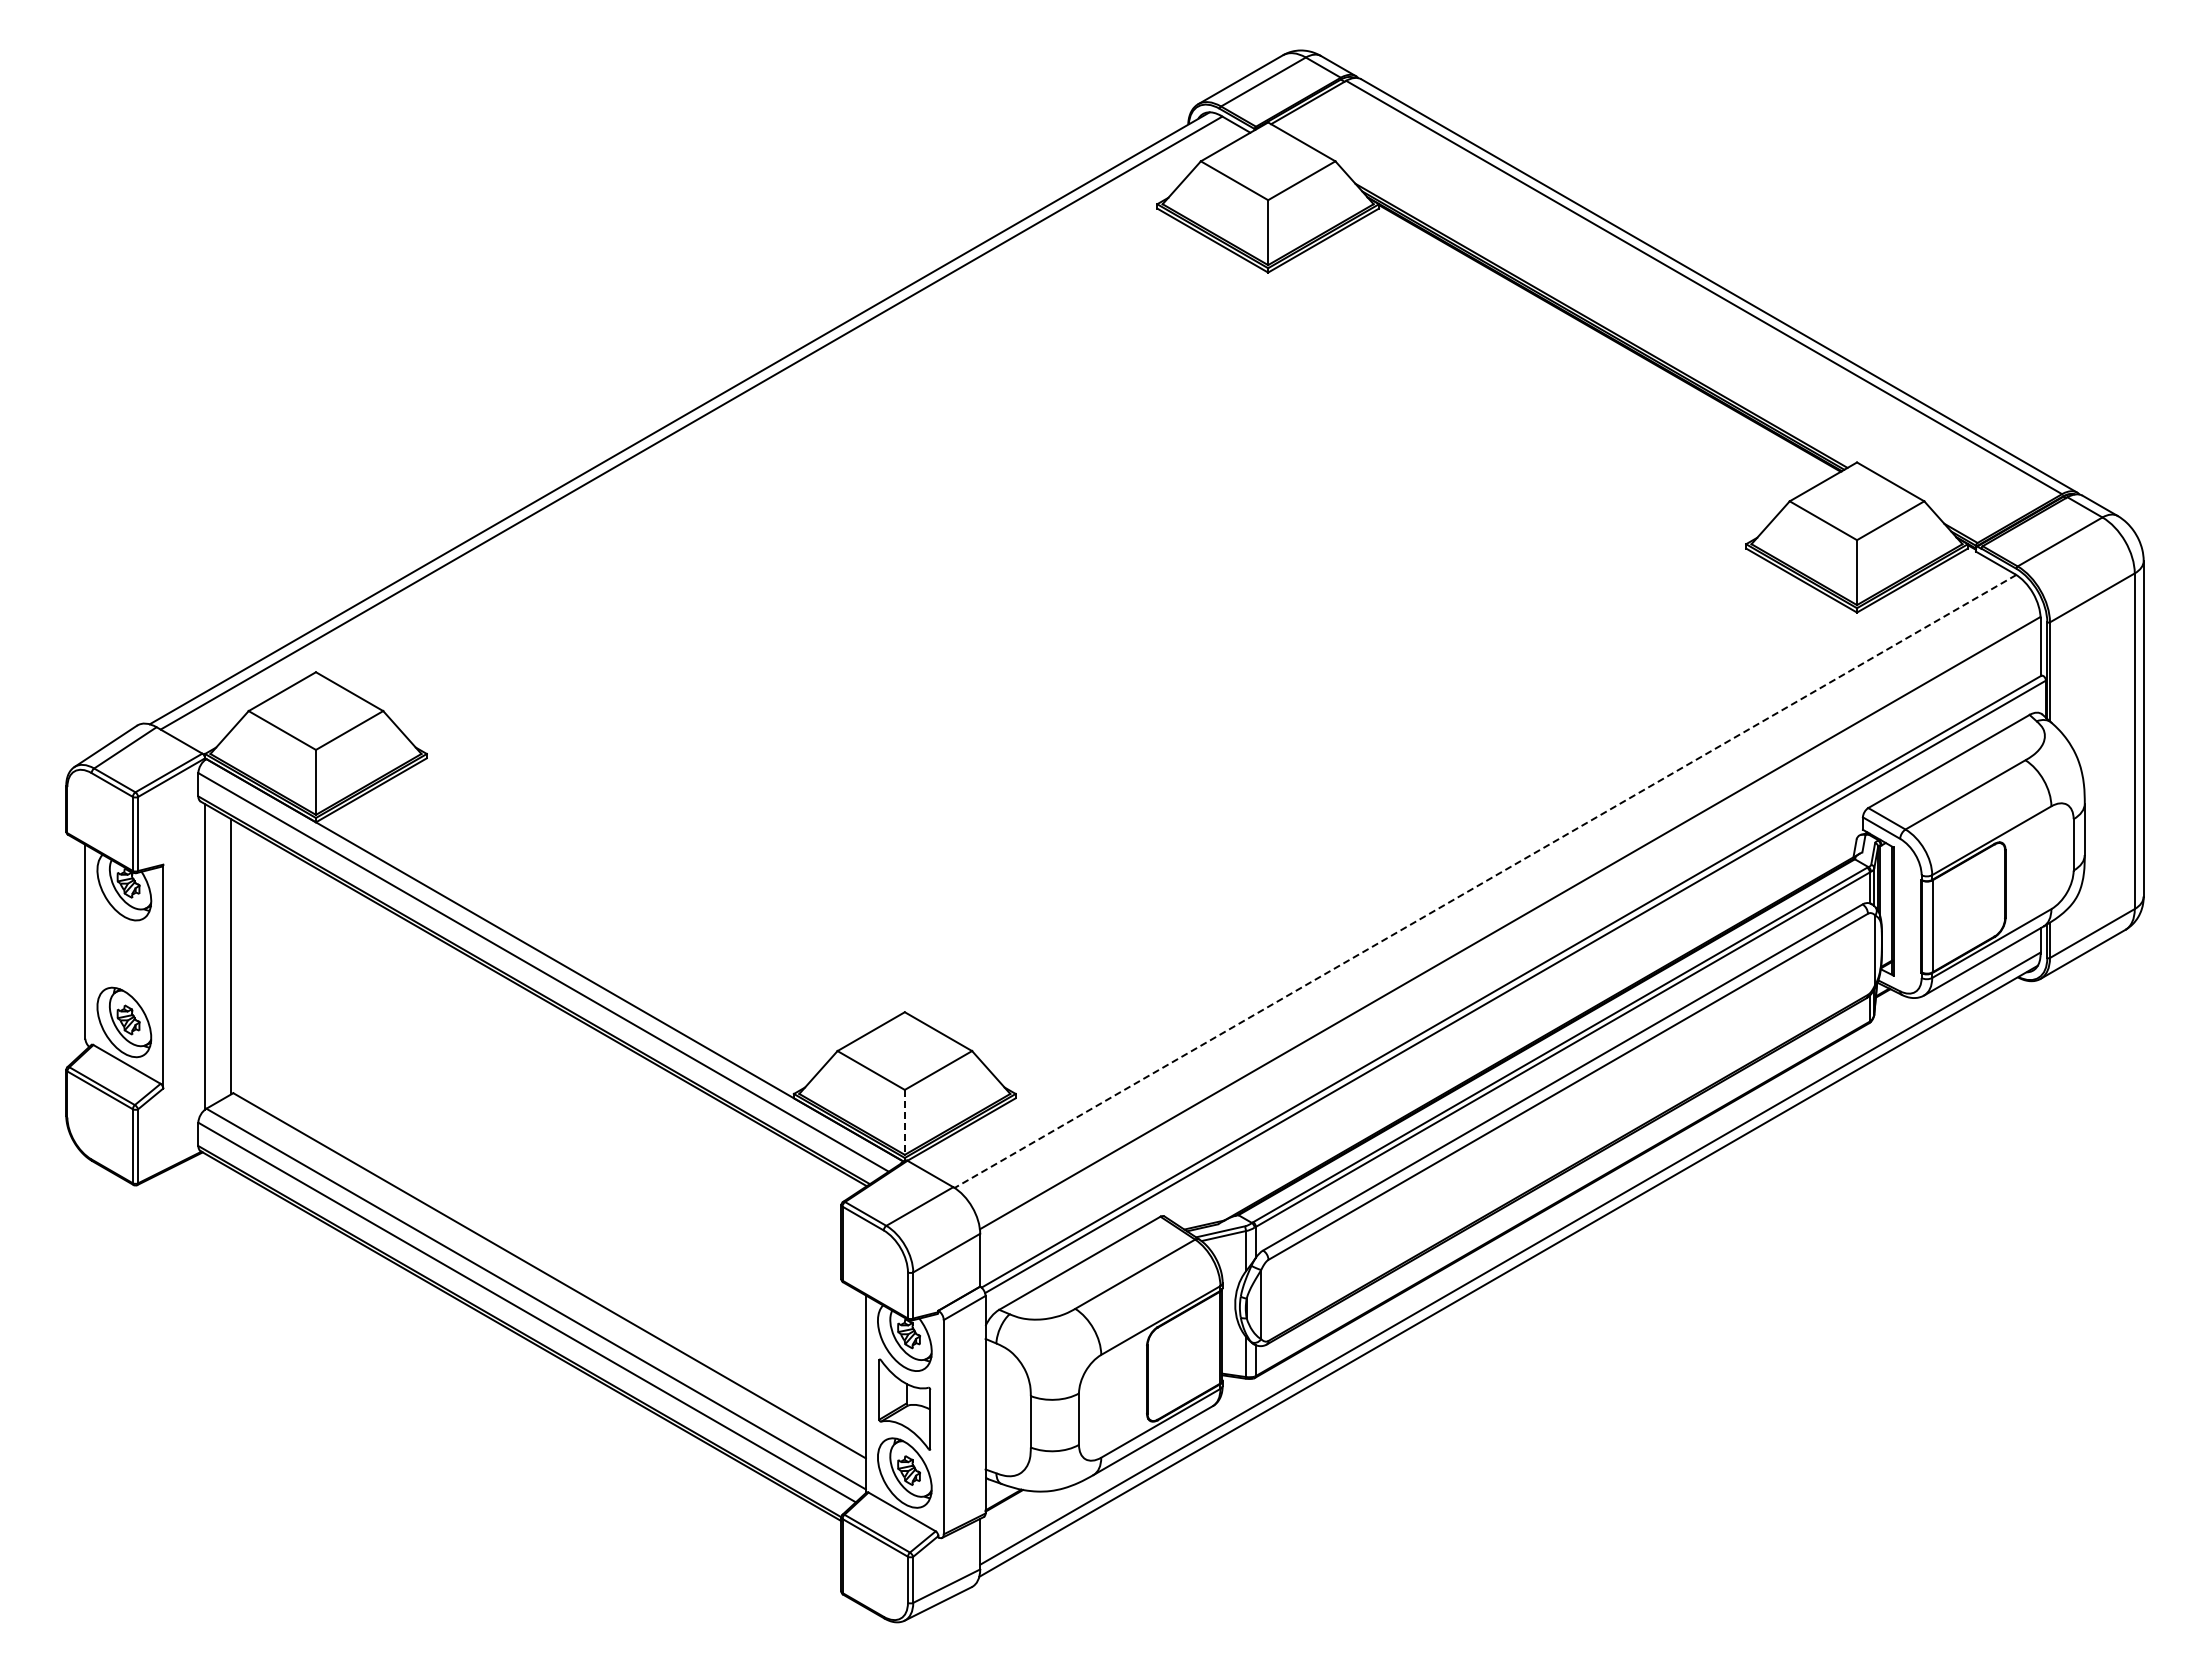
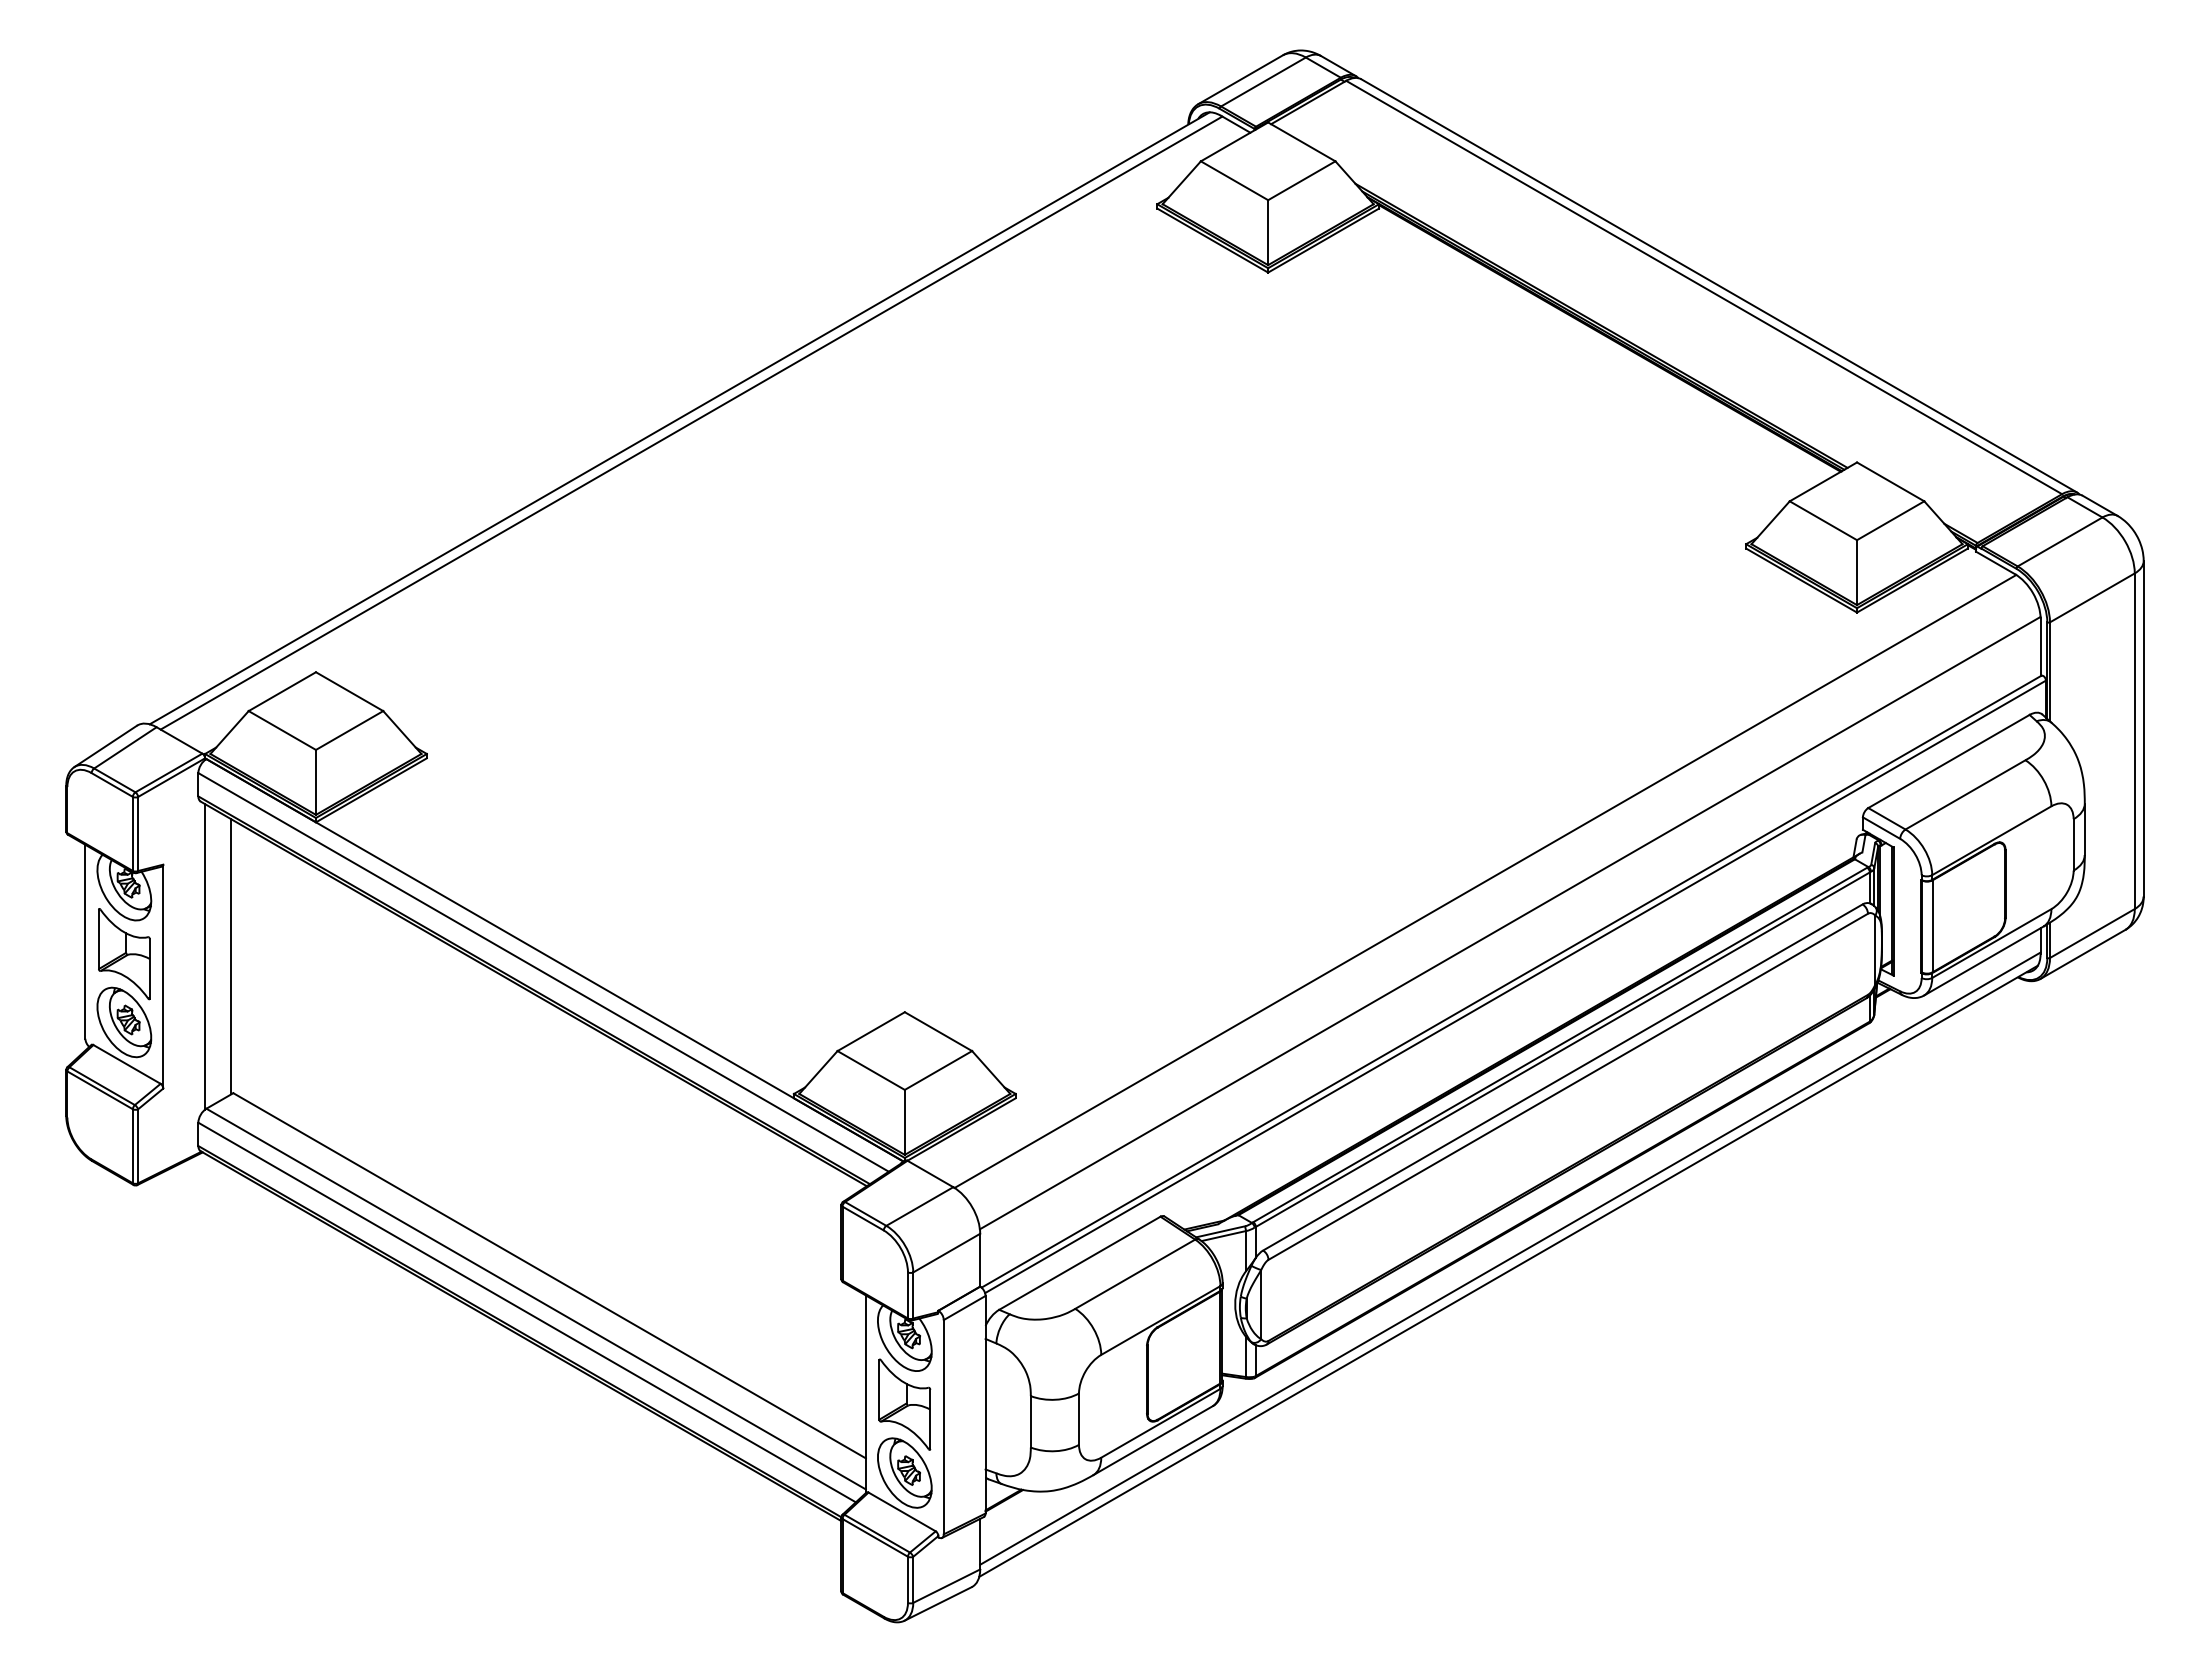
line at (1485, 881): dashed -> solid
part at (124, 954): none -> present
line at (904, 1122): dashed -> solid
